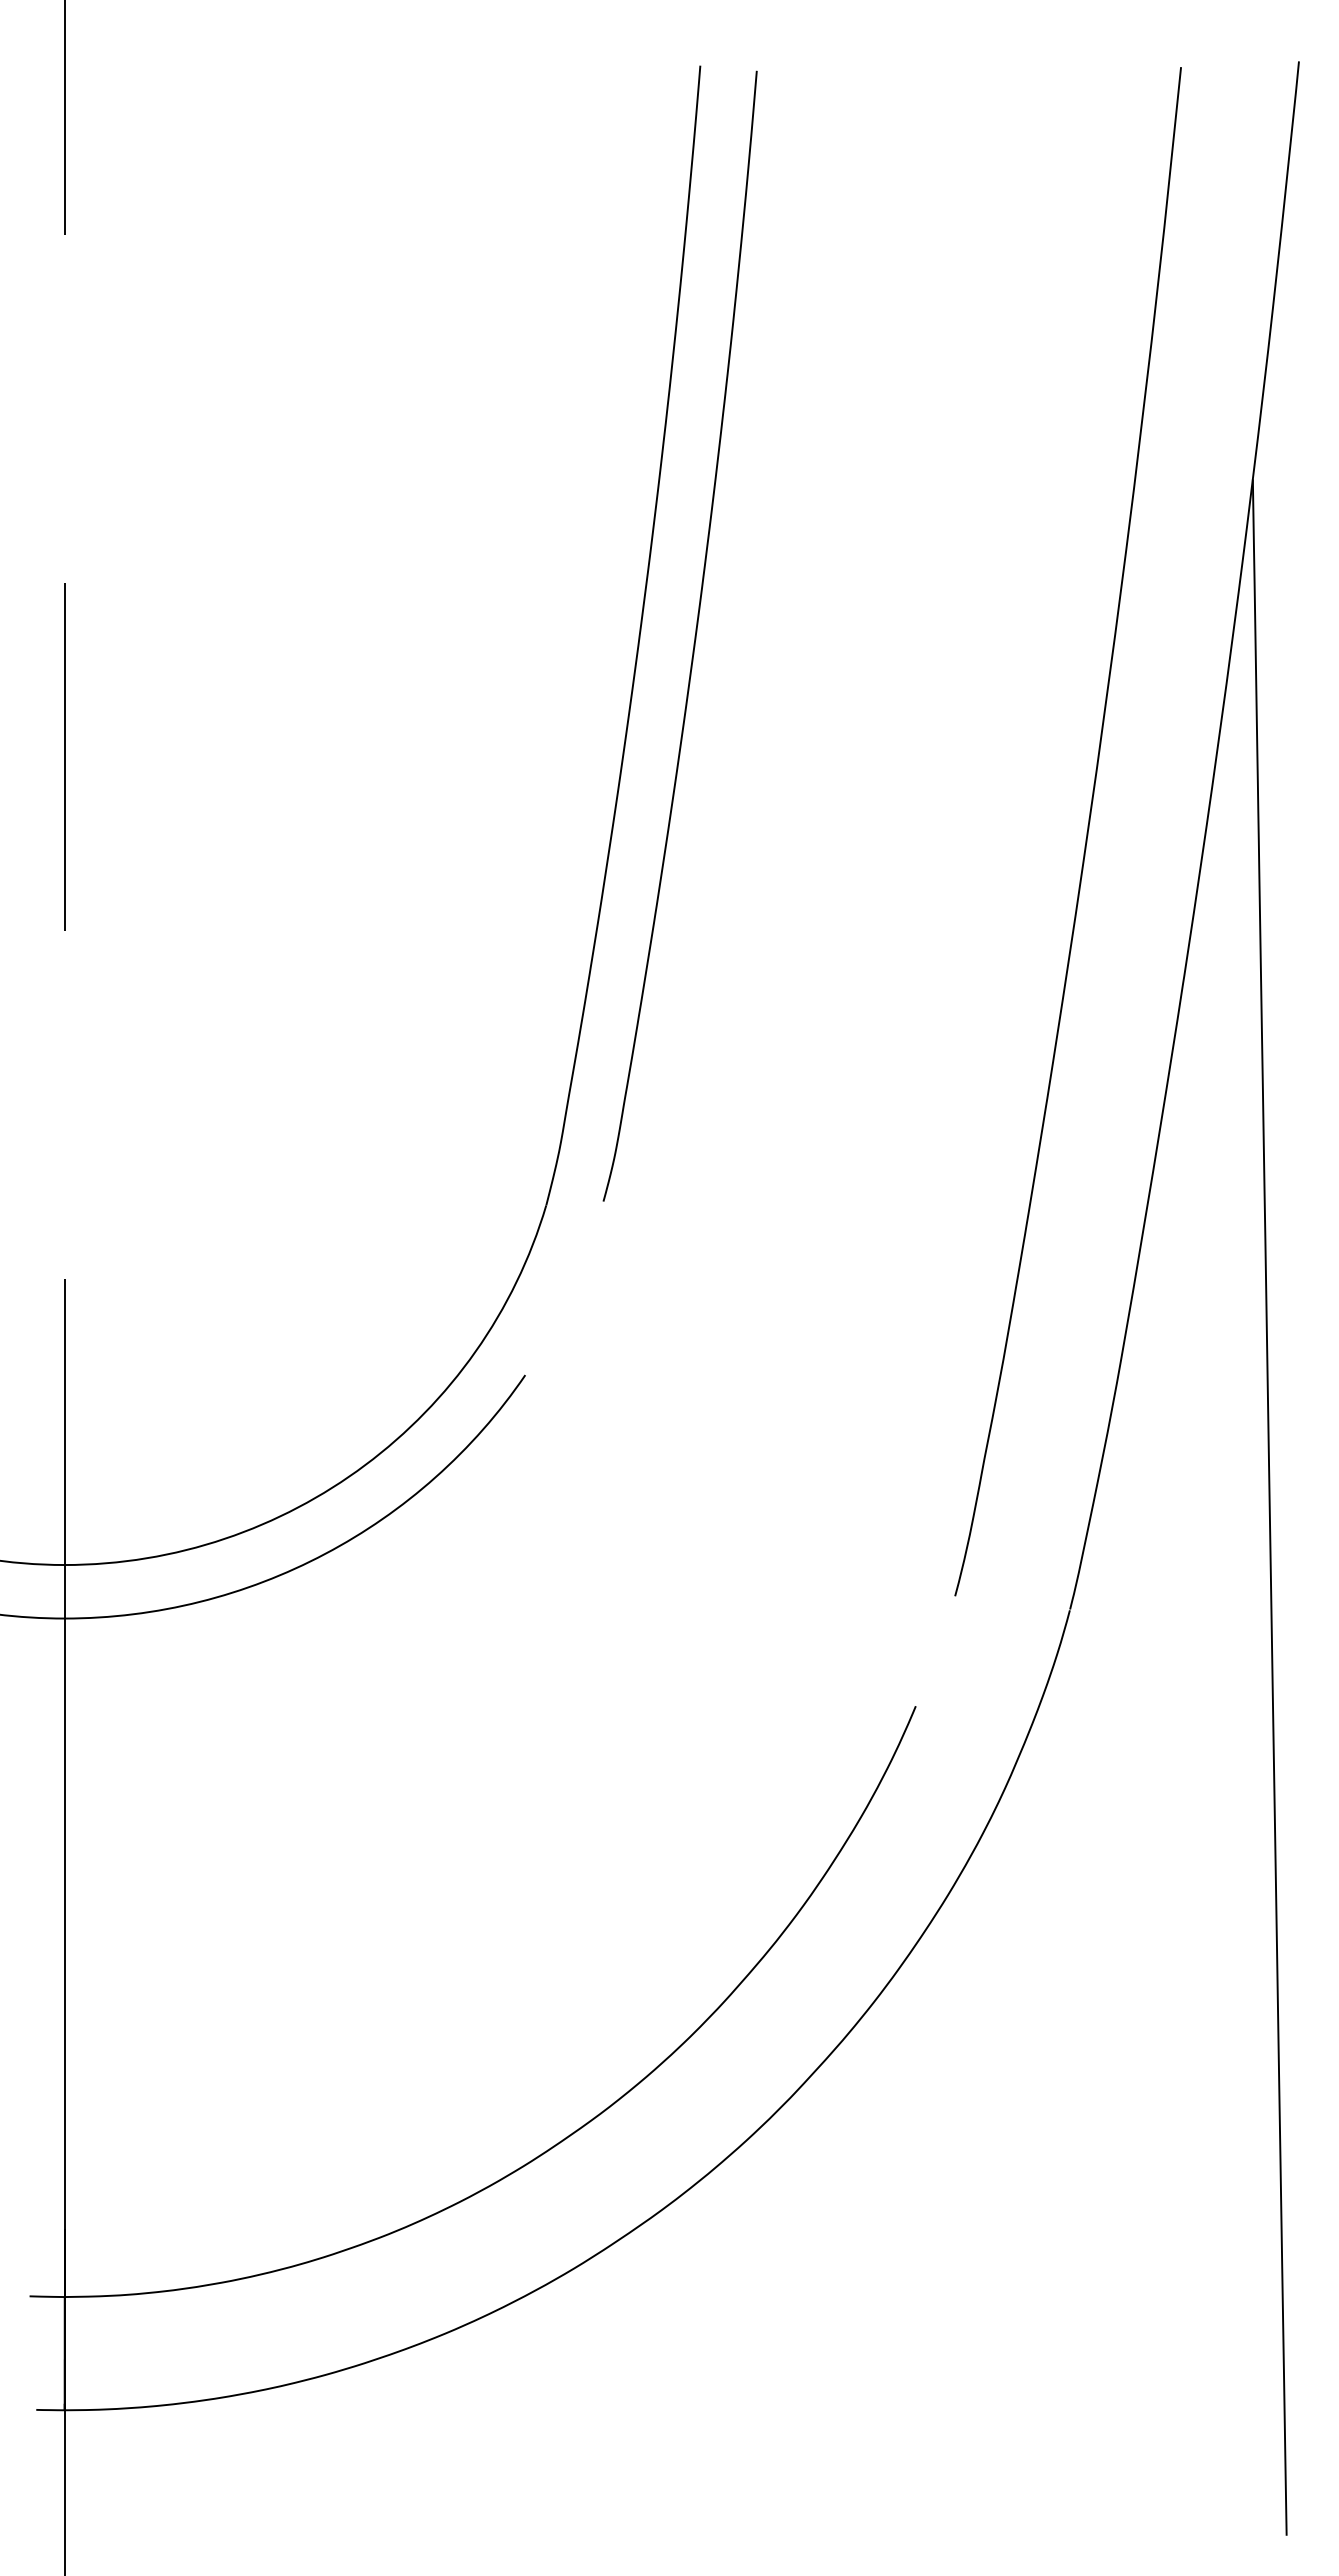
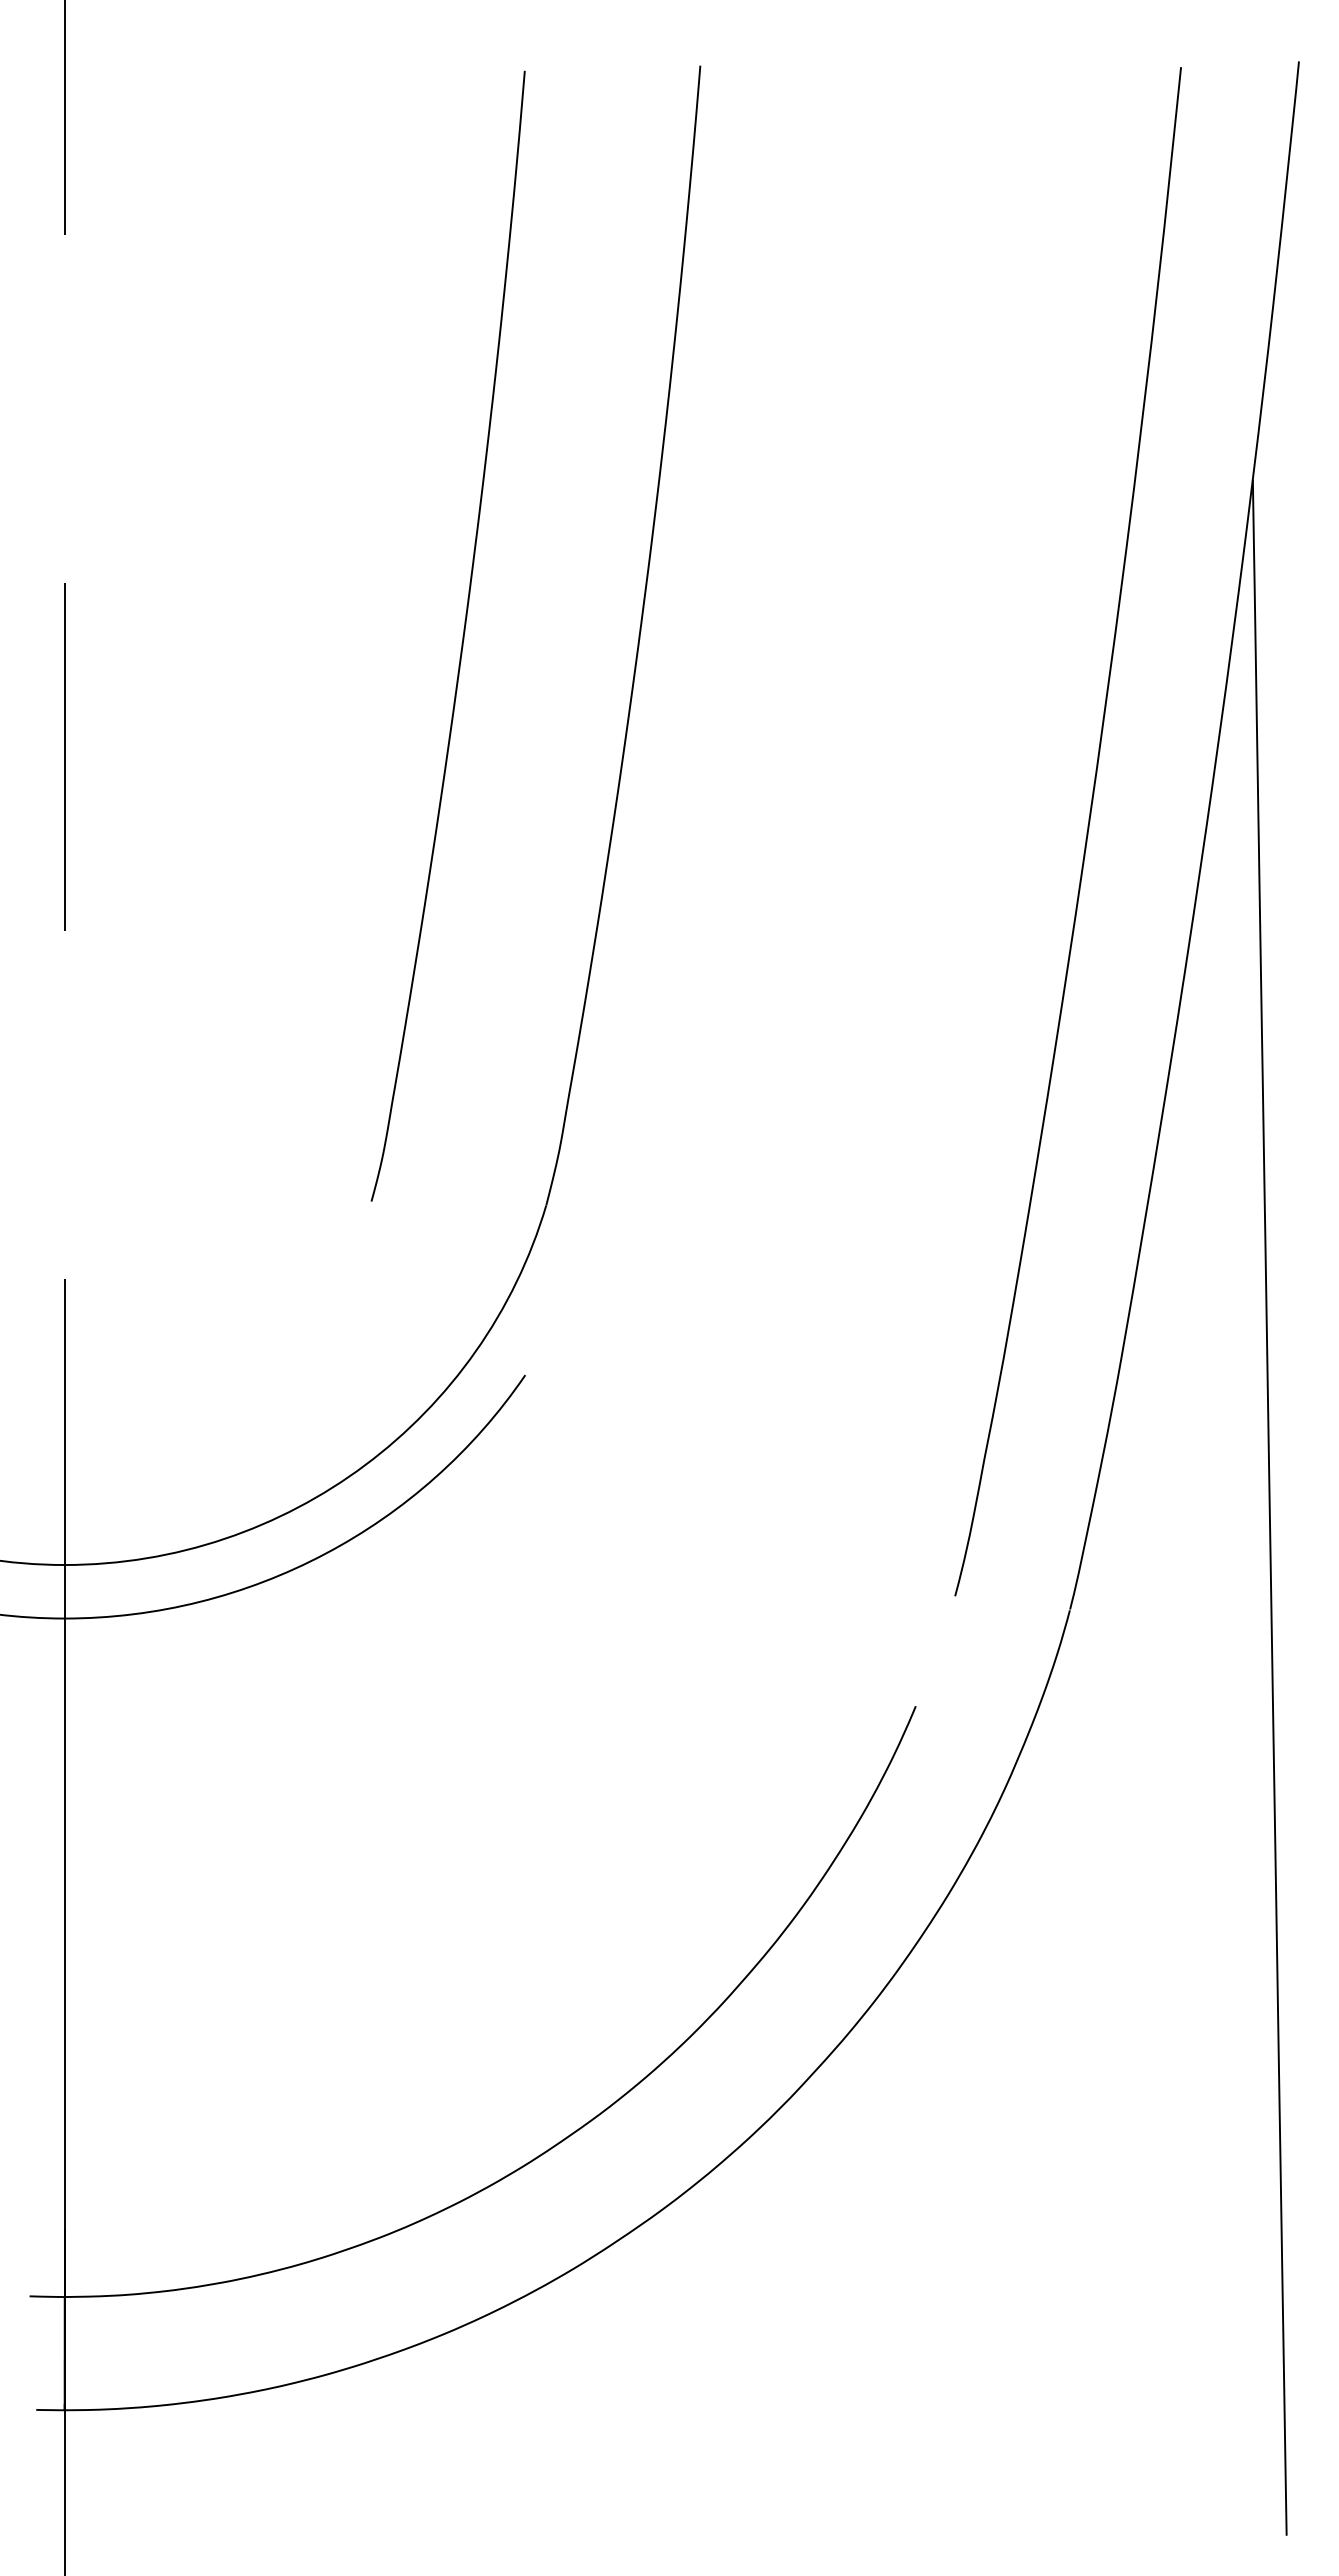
curve at (694, 635) position: (694, 635) -> (462, 635)
